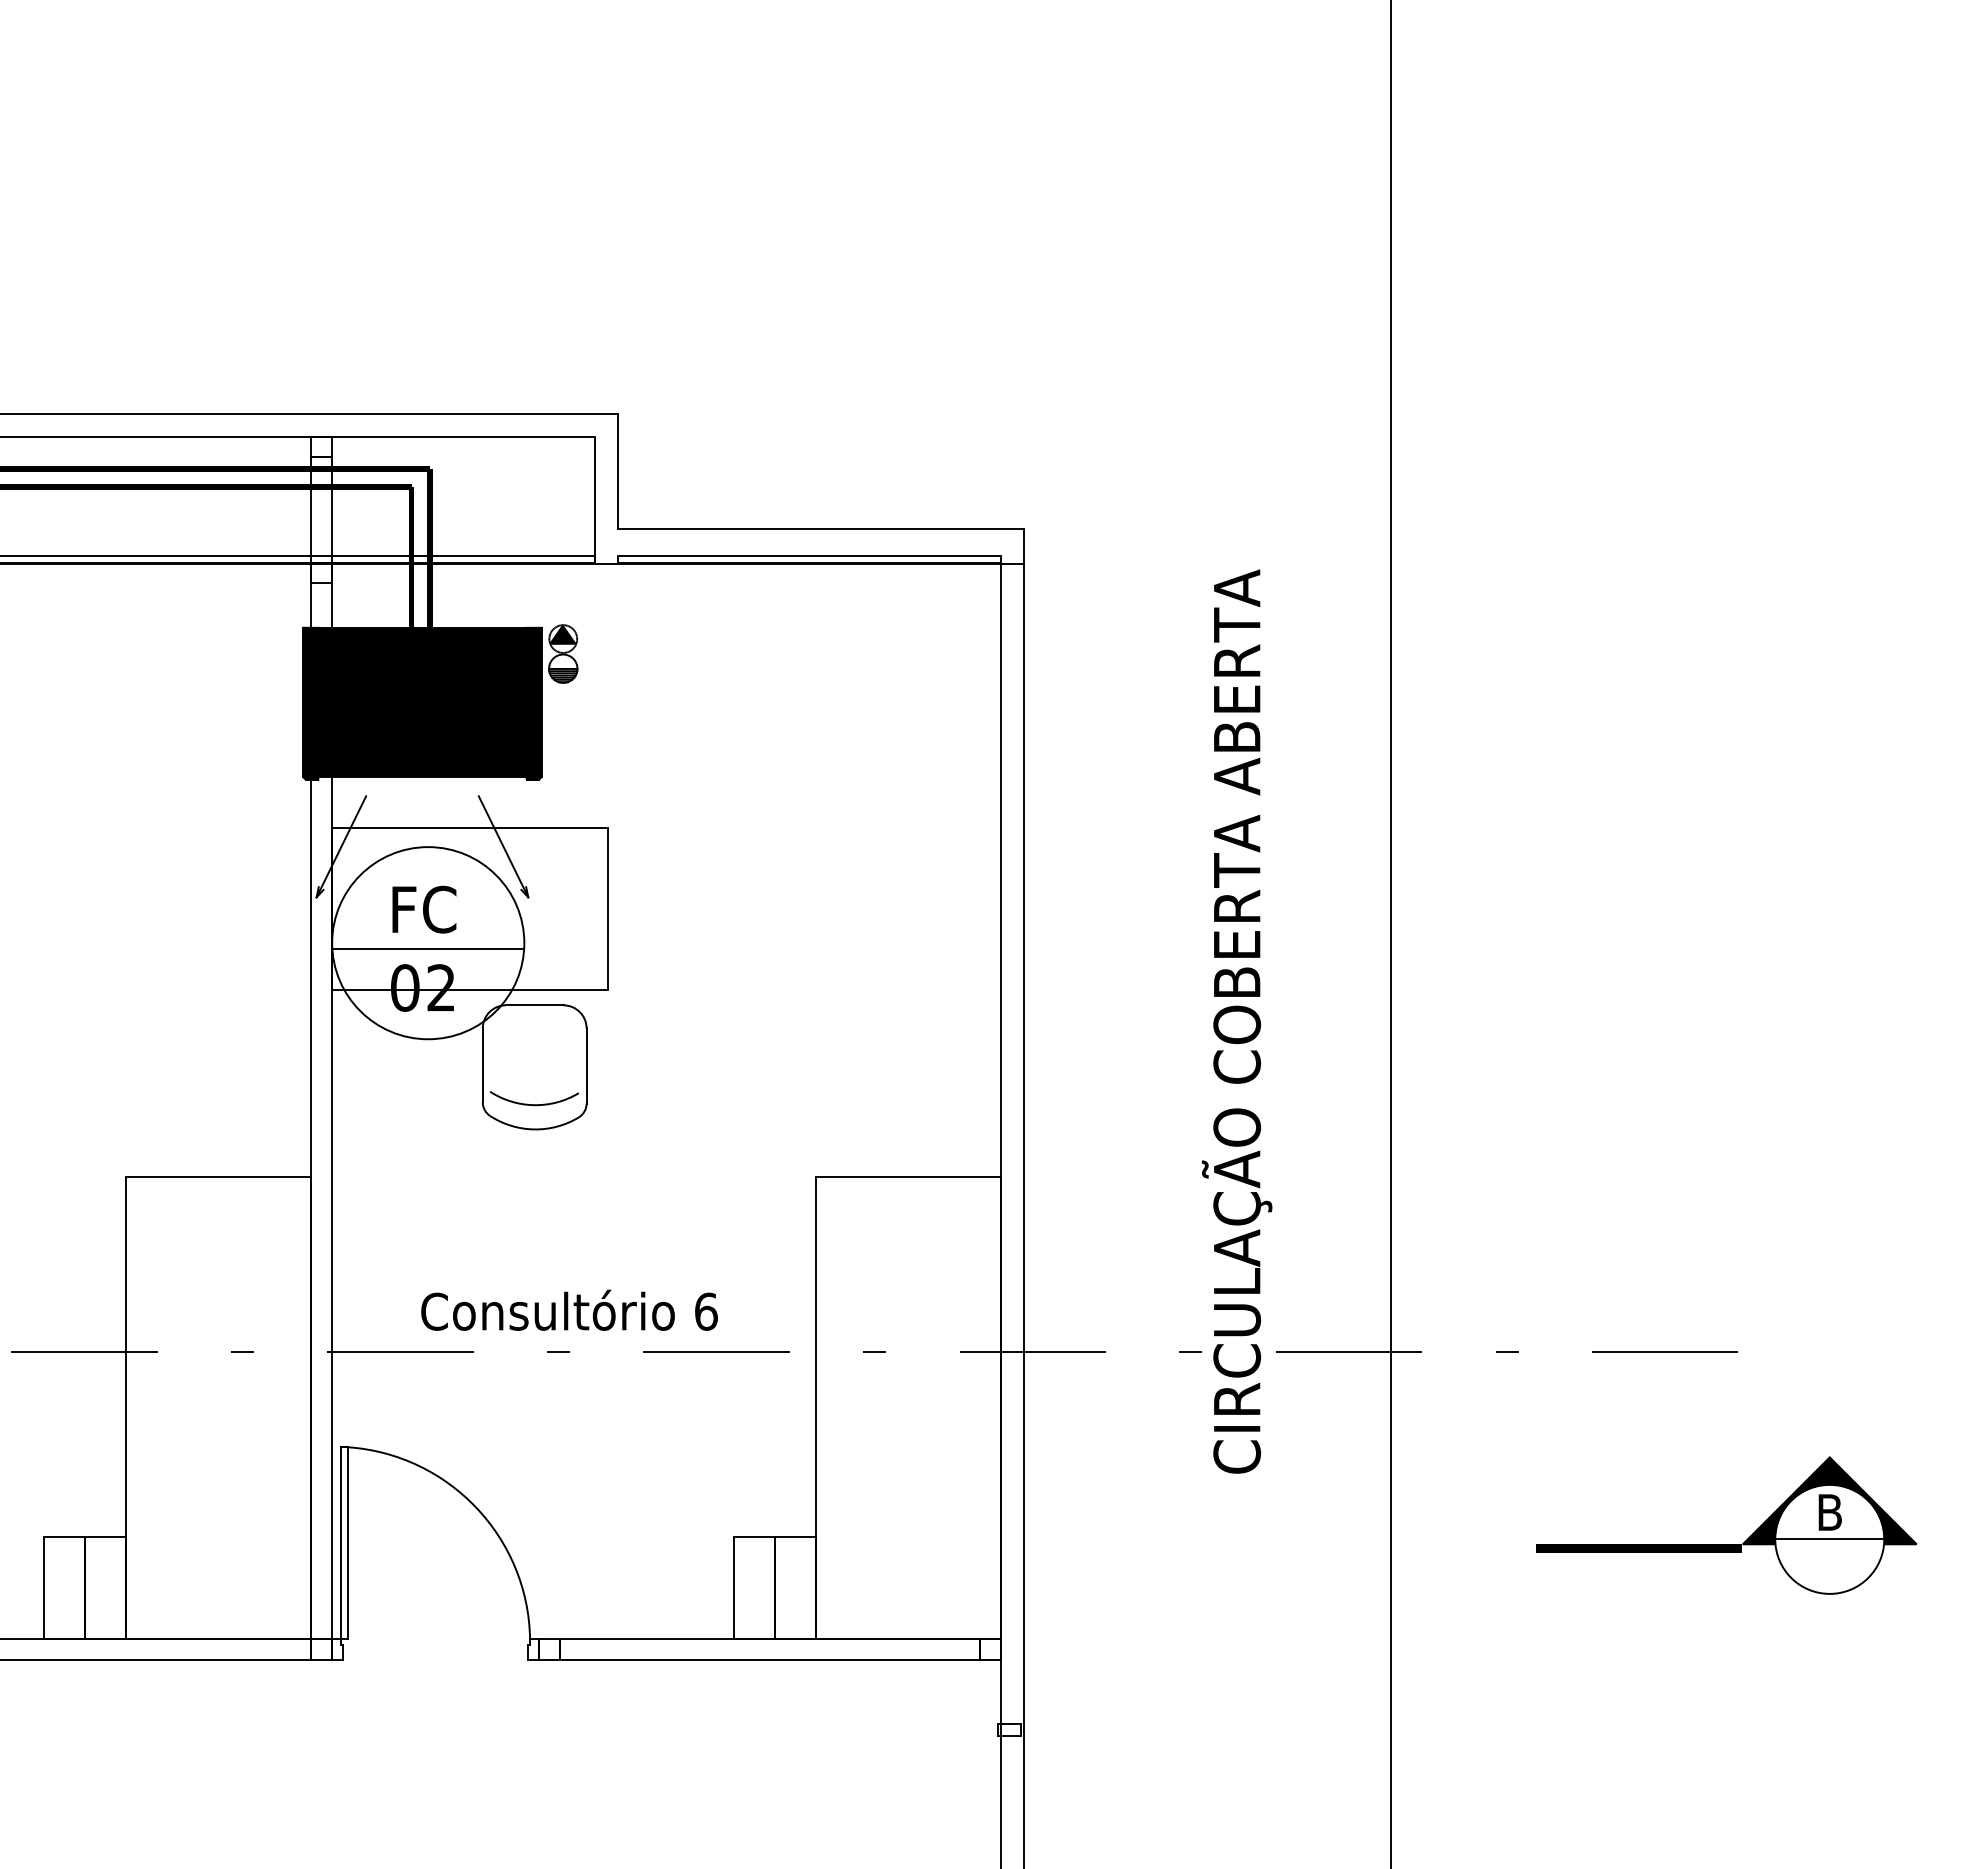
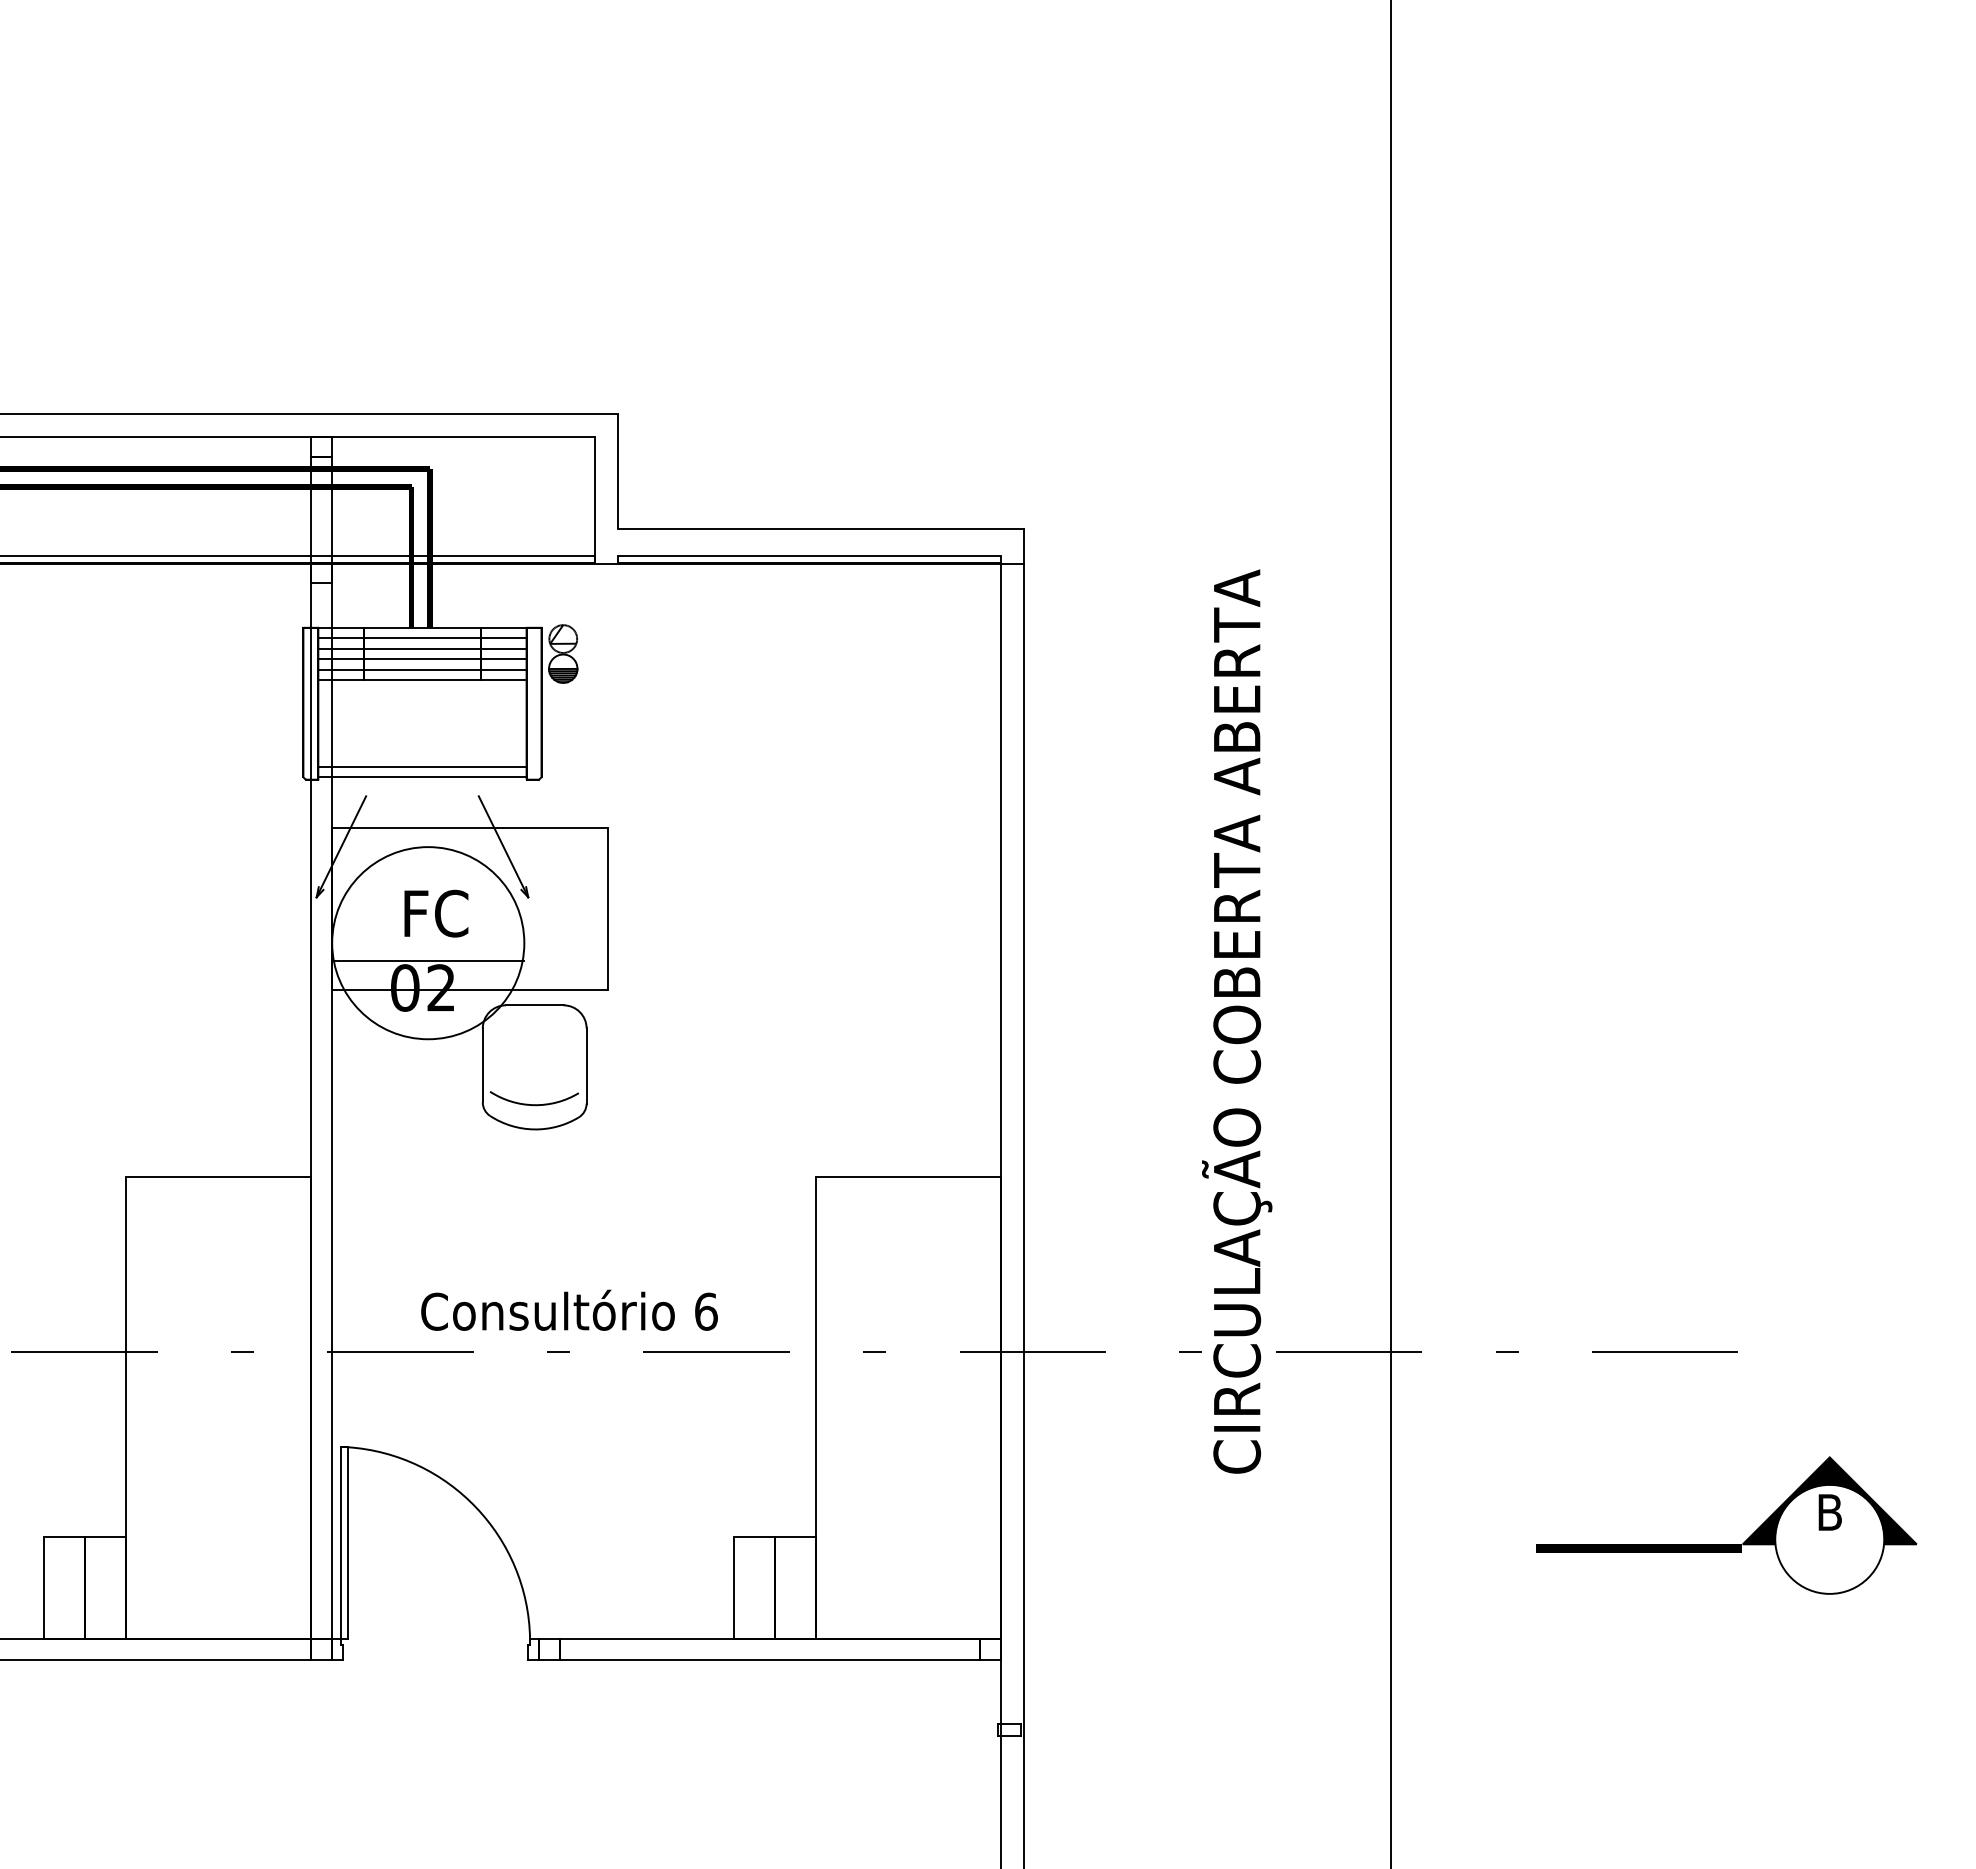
fill at (563, 634): present -> none
fill at (422, 703): present -> none
text at (424, 909) position: (424, 909) -> (436, 913)
line at (428, 949) position: (428, 949) -> (428, 961)
line at (1829, 1539): present -> none
